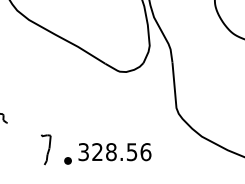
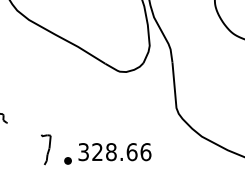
text at (131, 152): 328.56 -> 328.66
